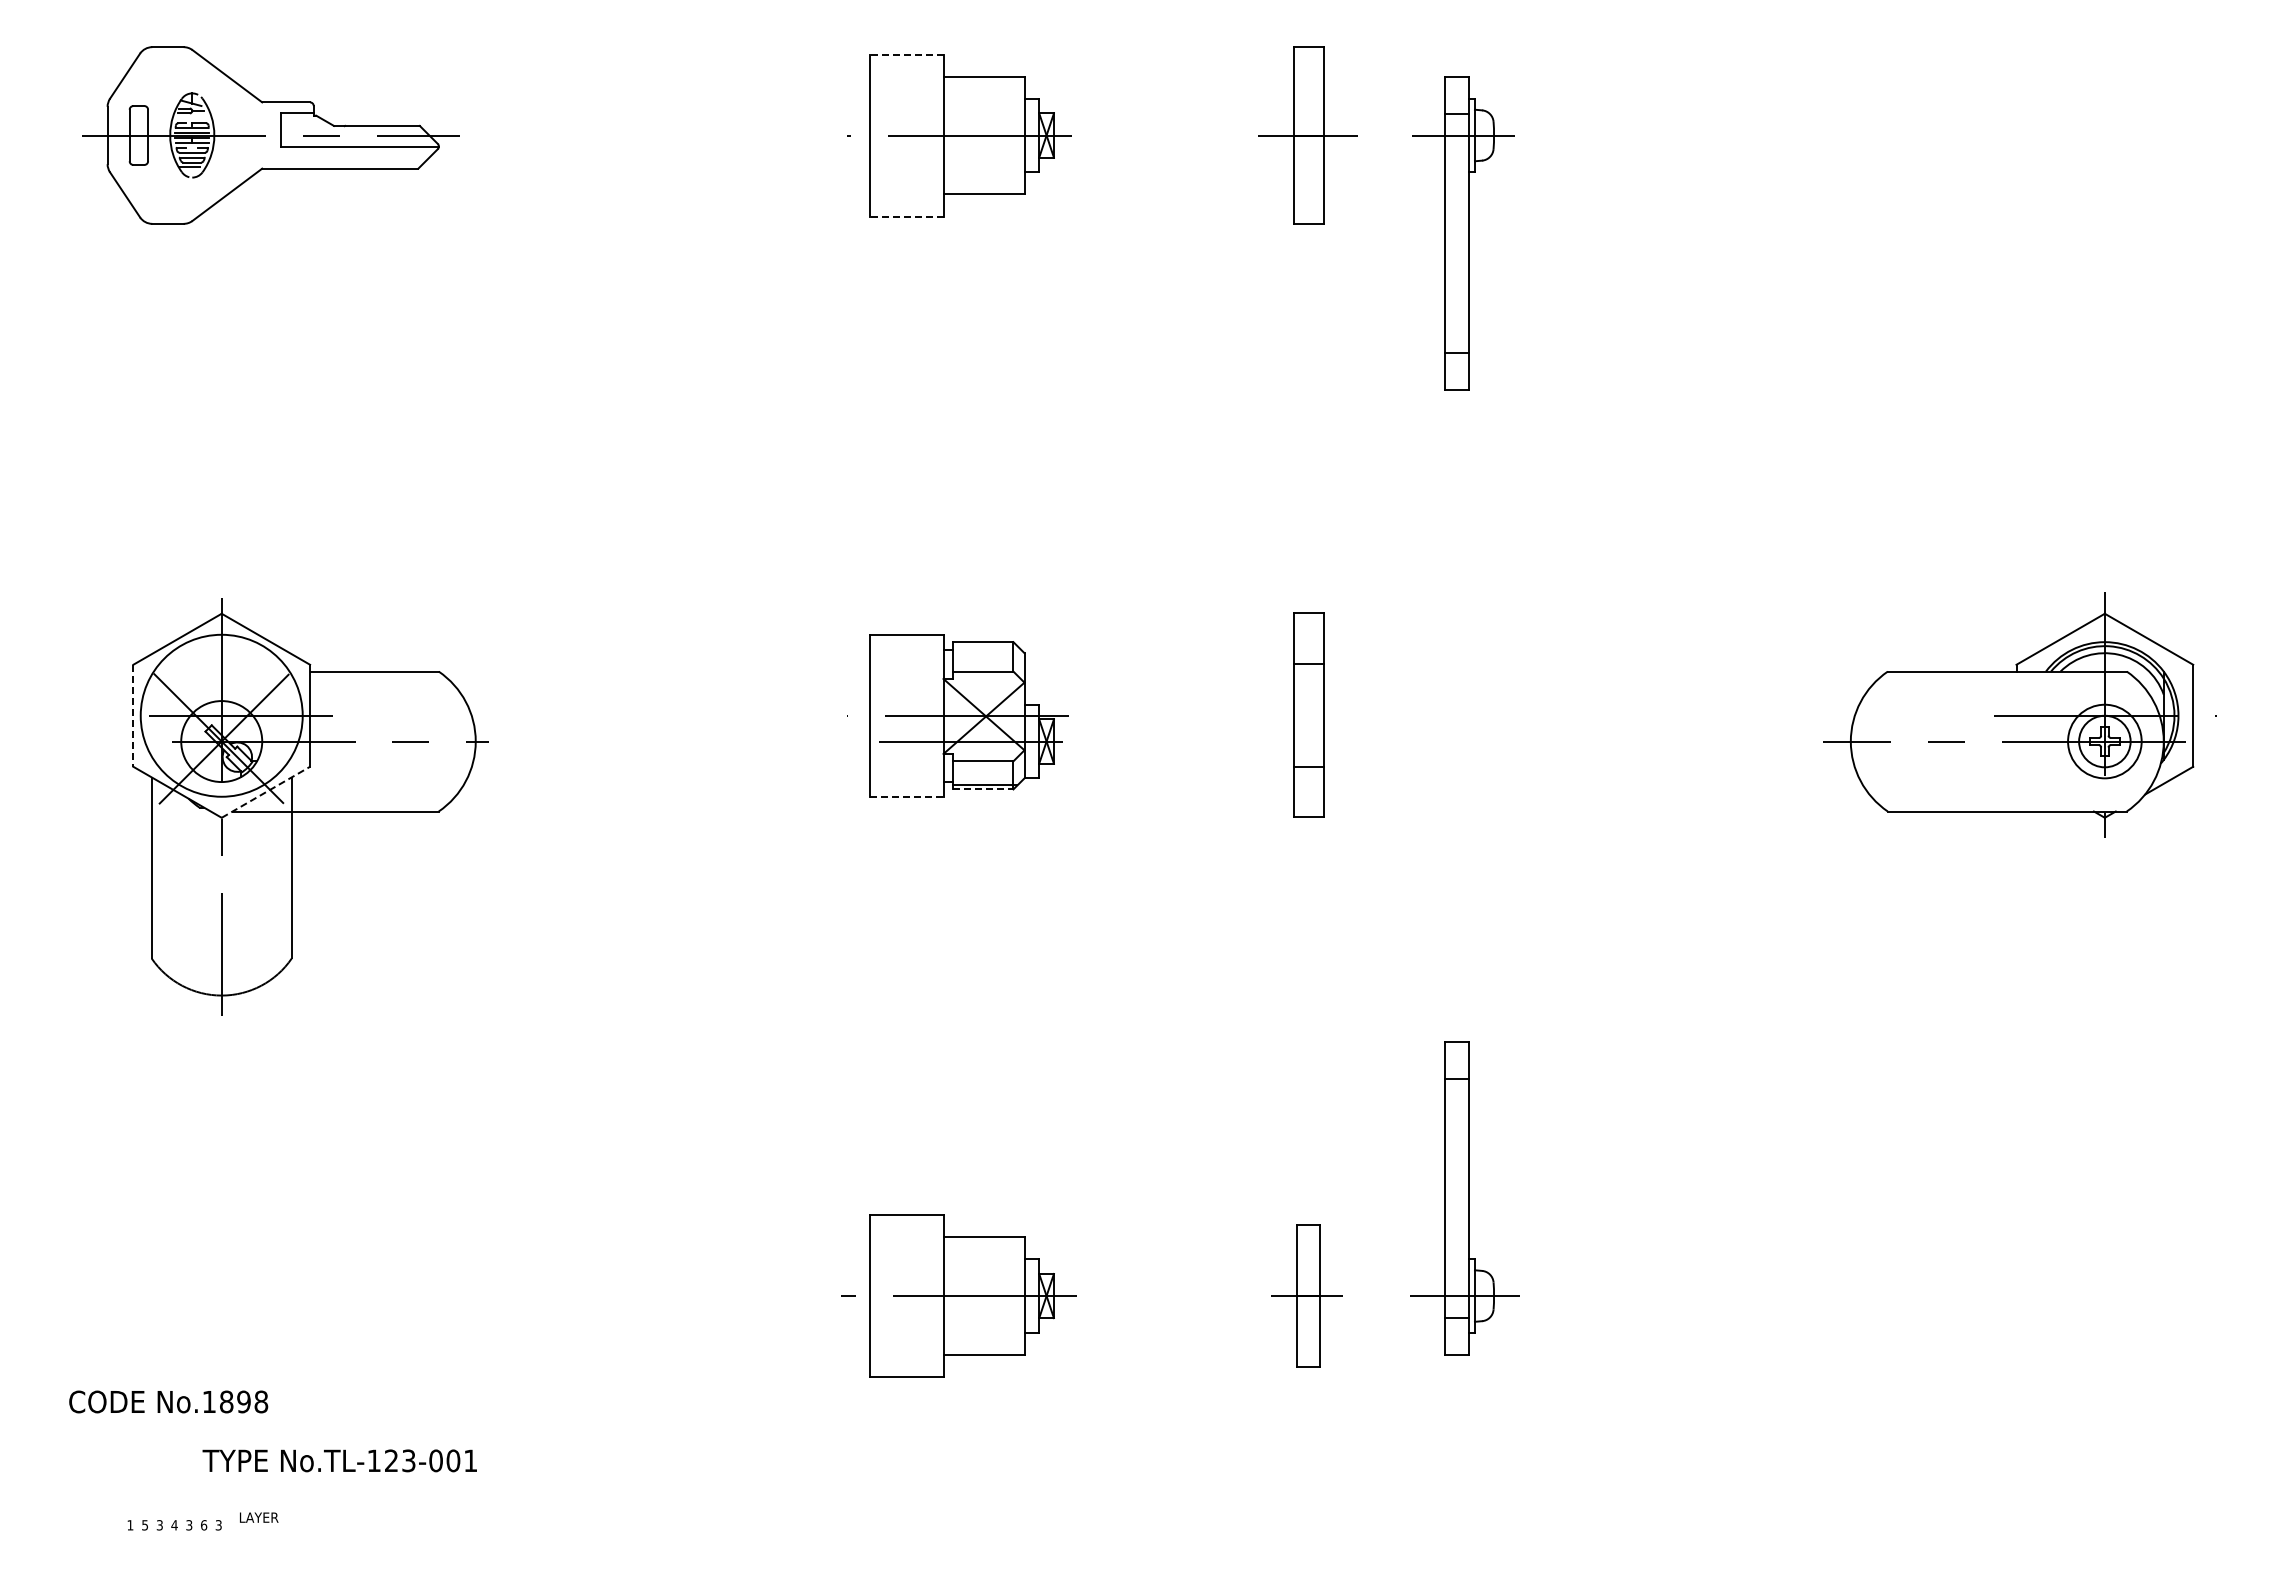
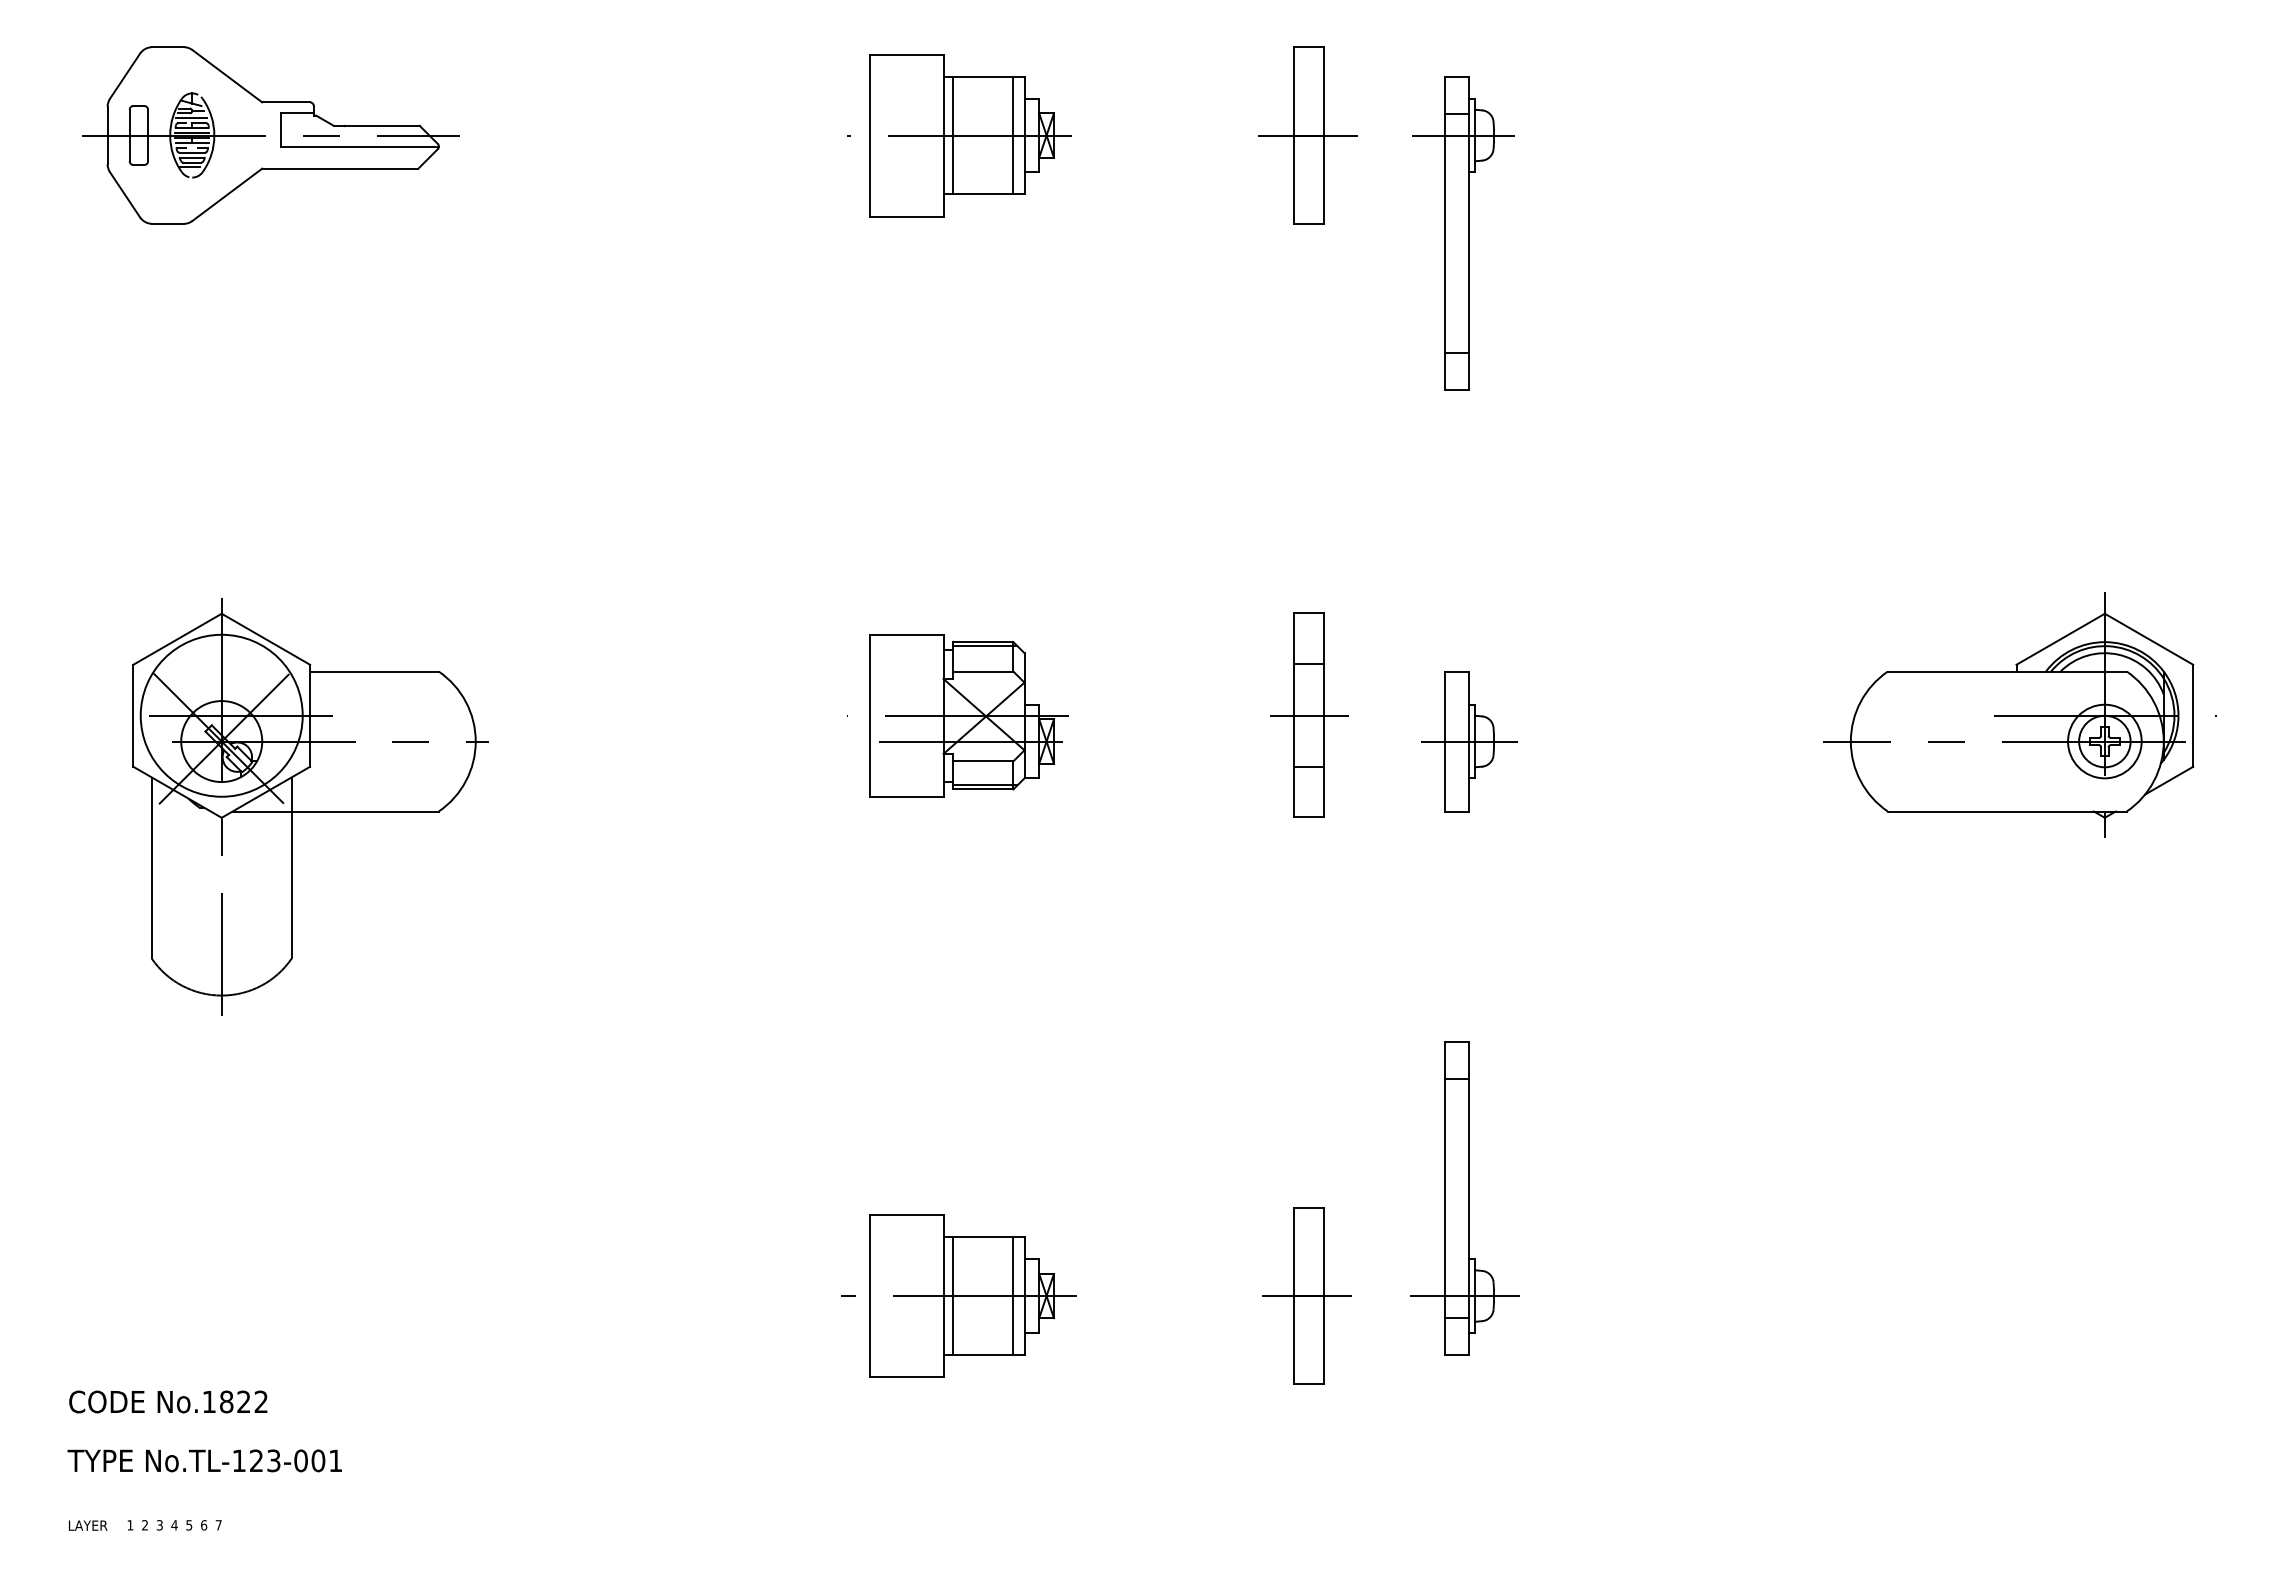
line at (906, 54): dashed -> solid
line at (191, 118): none -> present
line at (953, 135): none -> present
line at (1013, 135): none -> present
line at (906, 216): dashed -> solid
line at (985, 646): none -> present
line at (1308, 715): none -> present
line at (133, 716): dashed -> solid
part at (1469, 741): none -> present
line at (983, 789): dashed -> solid
line at (266, 792): dashed -> solid
line at (906, 796): dashed -> solid
line at (953, 1295): none -> present
line at (1013, 1295): none -> present
part at (1306, 1295) size: 72x144 px -> 90x178 px
text at (252, 1401): No.1898 -> No.1822
text at (339, 1460) position: (339, 1460) -> (204, 1460)
text at (259, 1517) position: (259, 1517) -> (88, 1525)
text at (189, 1524): 3 -> 5
text at (144, 1525): 5 -> 2
text at (218, 1525): 3 -> 7
